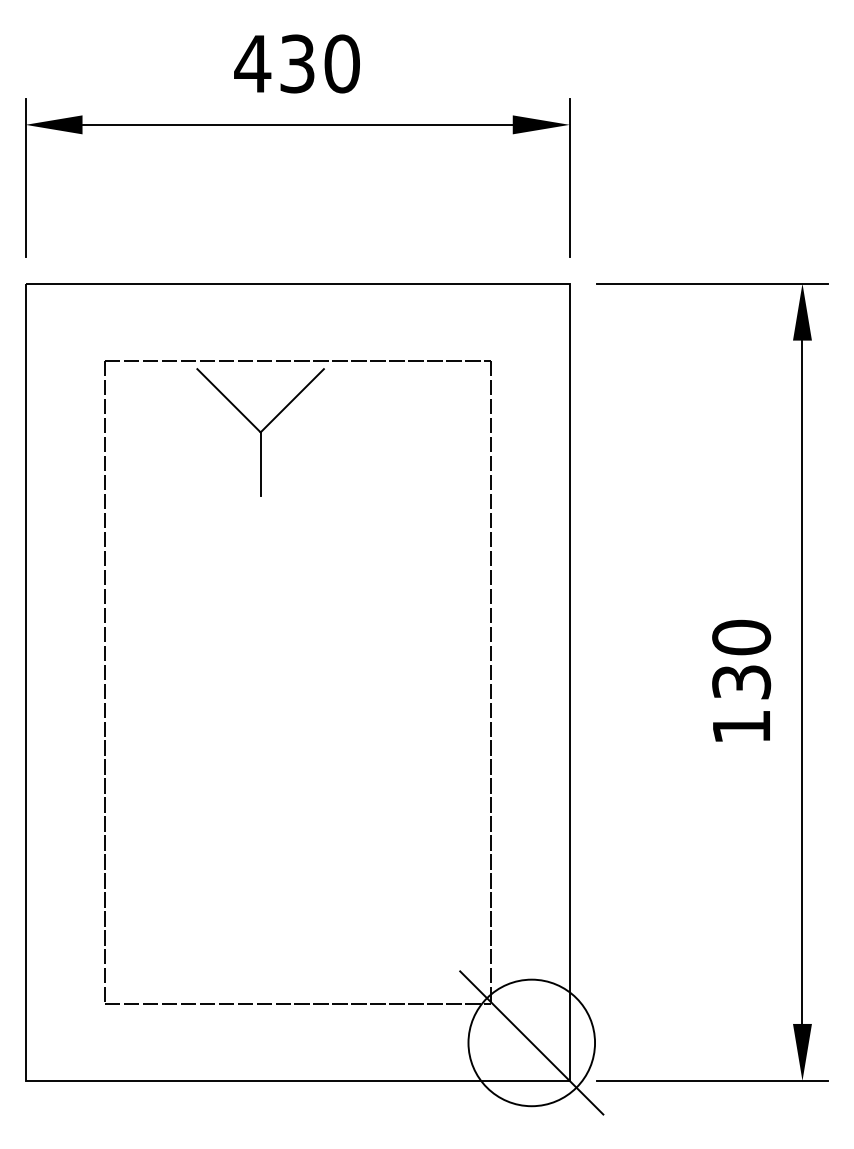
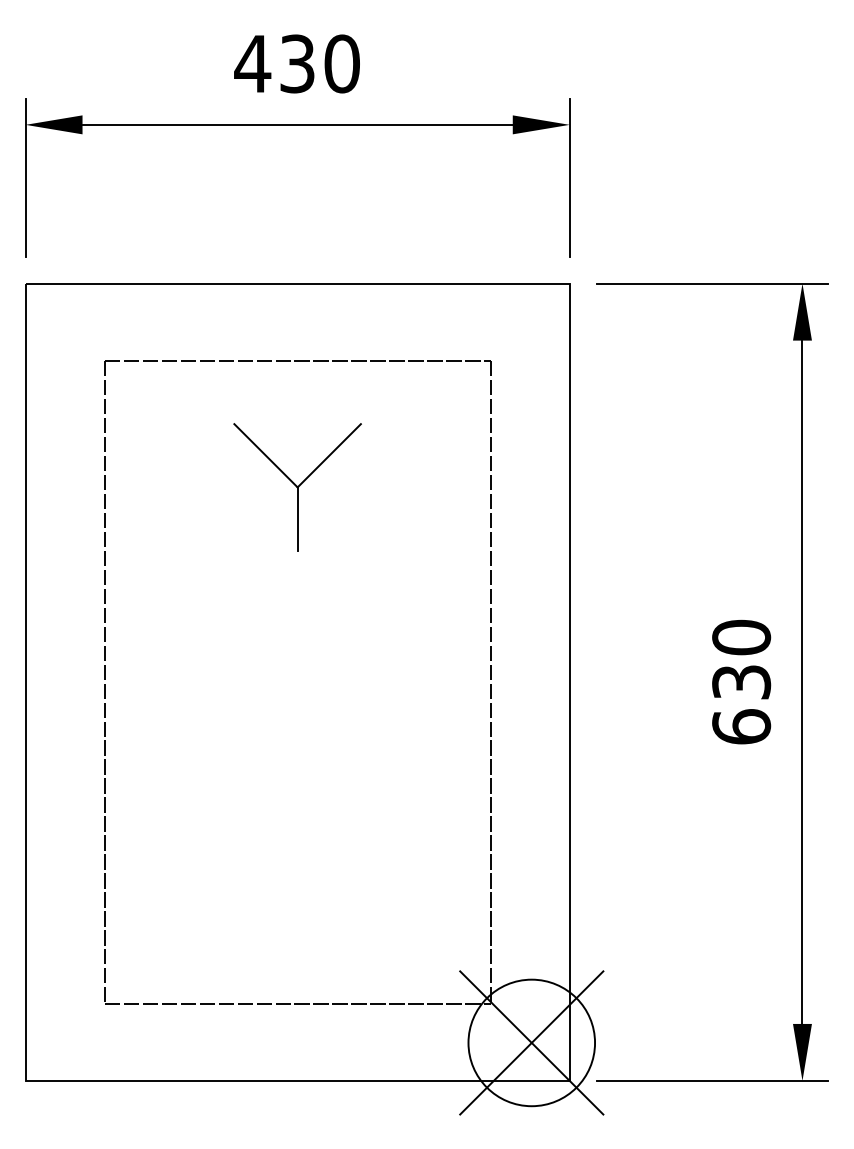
part at (260, 432) position: (260, 432) -> (297, 487)
text at (741, 726): 130 -> 630
line at (531, 1042): none -> present
